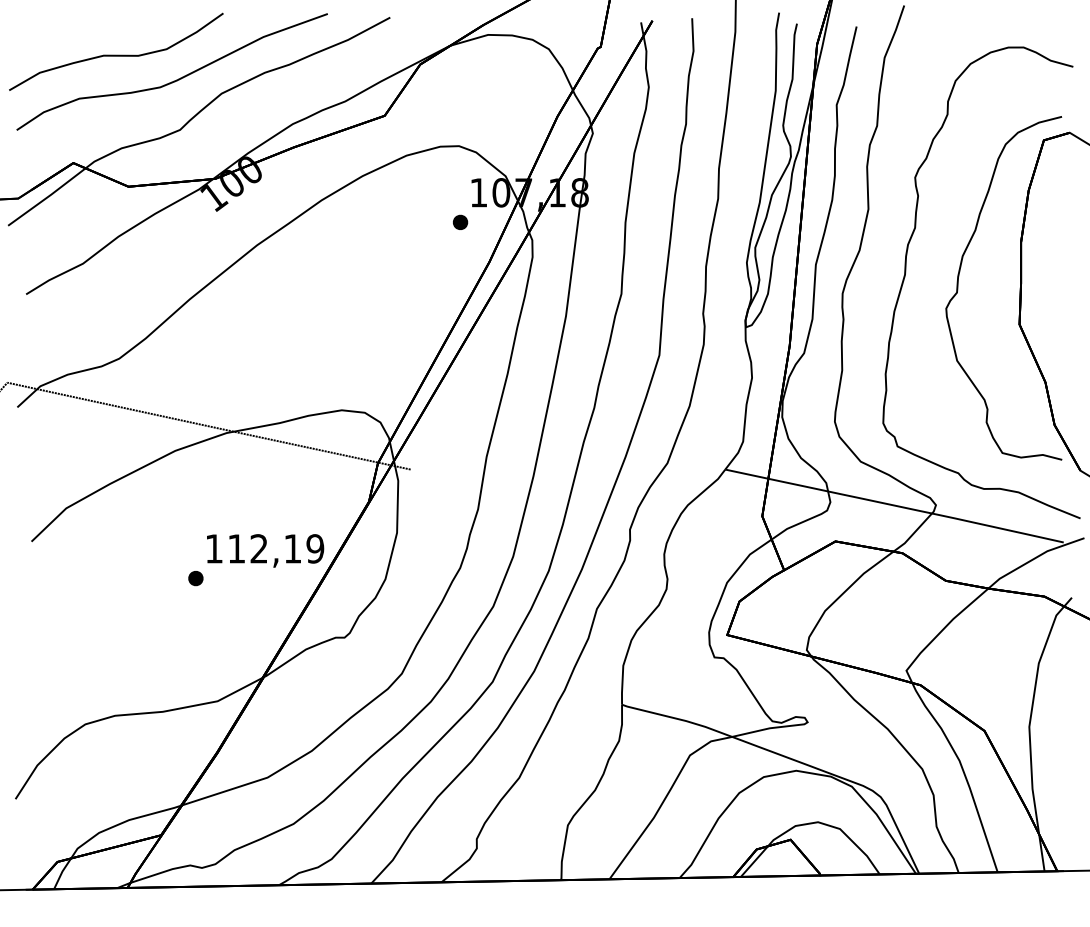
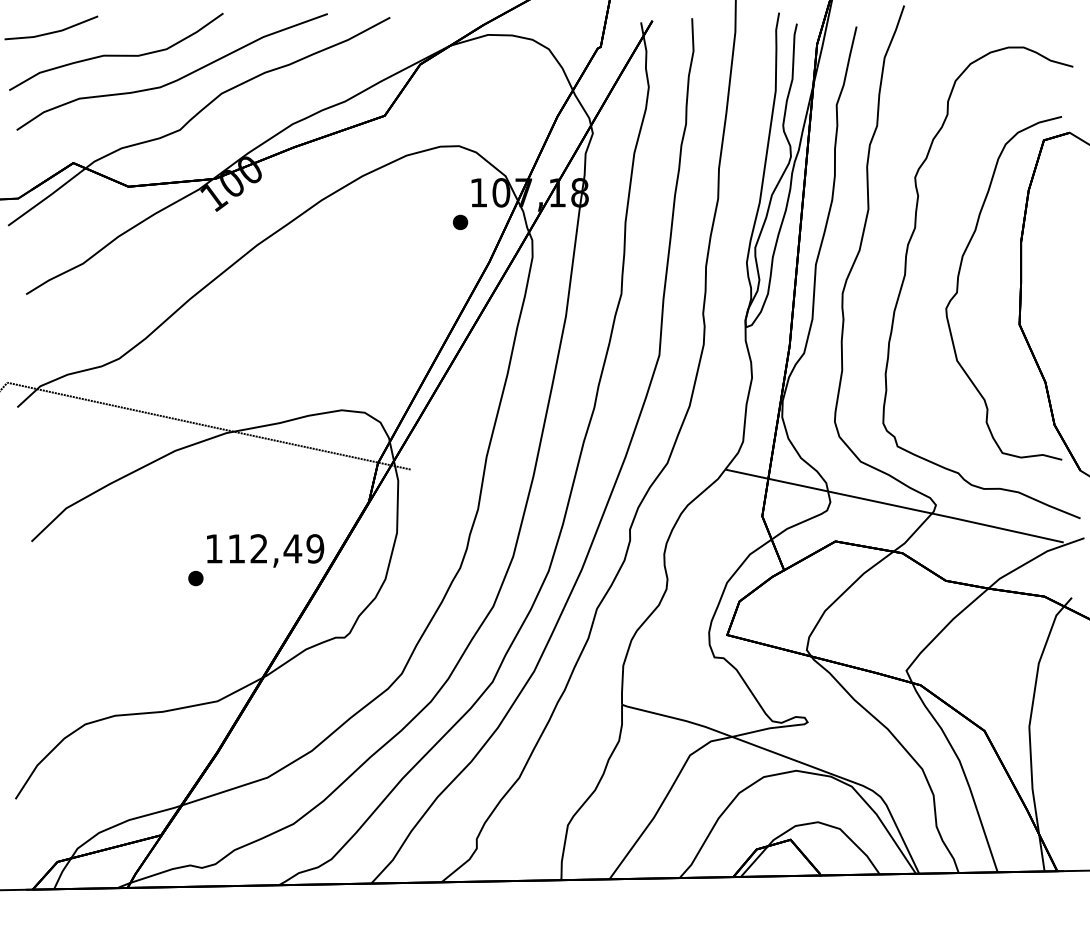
line at (52, 31): none -> present
text at (292, 548): 112,19 -> 112,49
